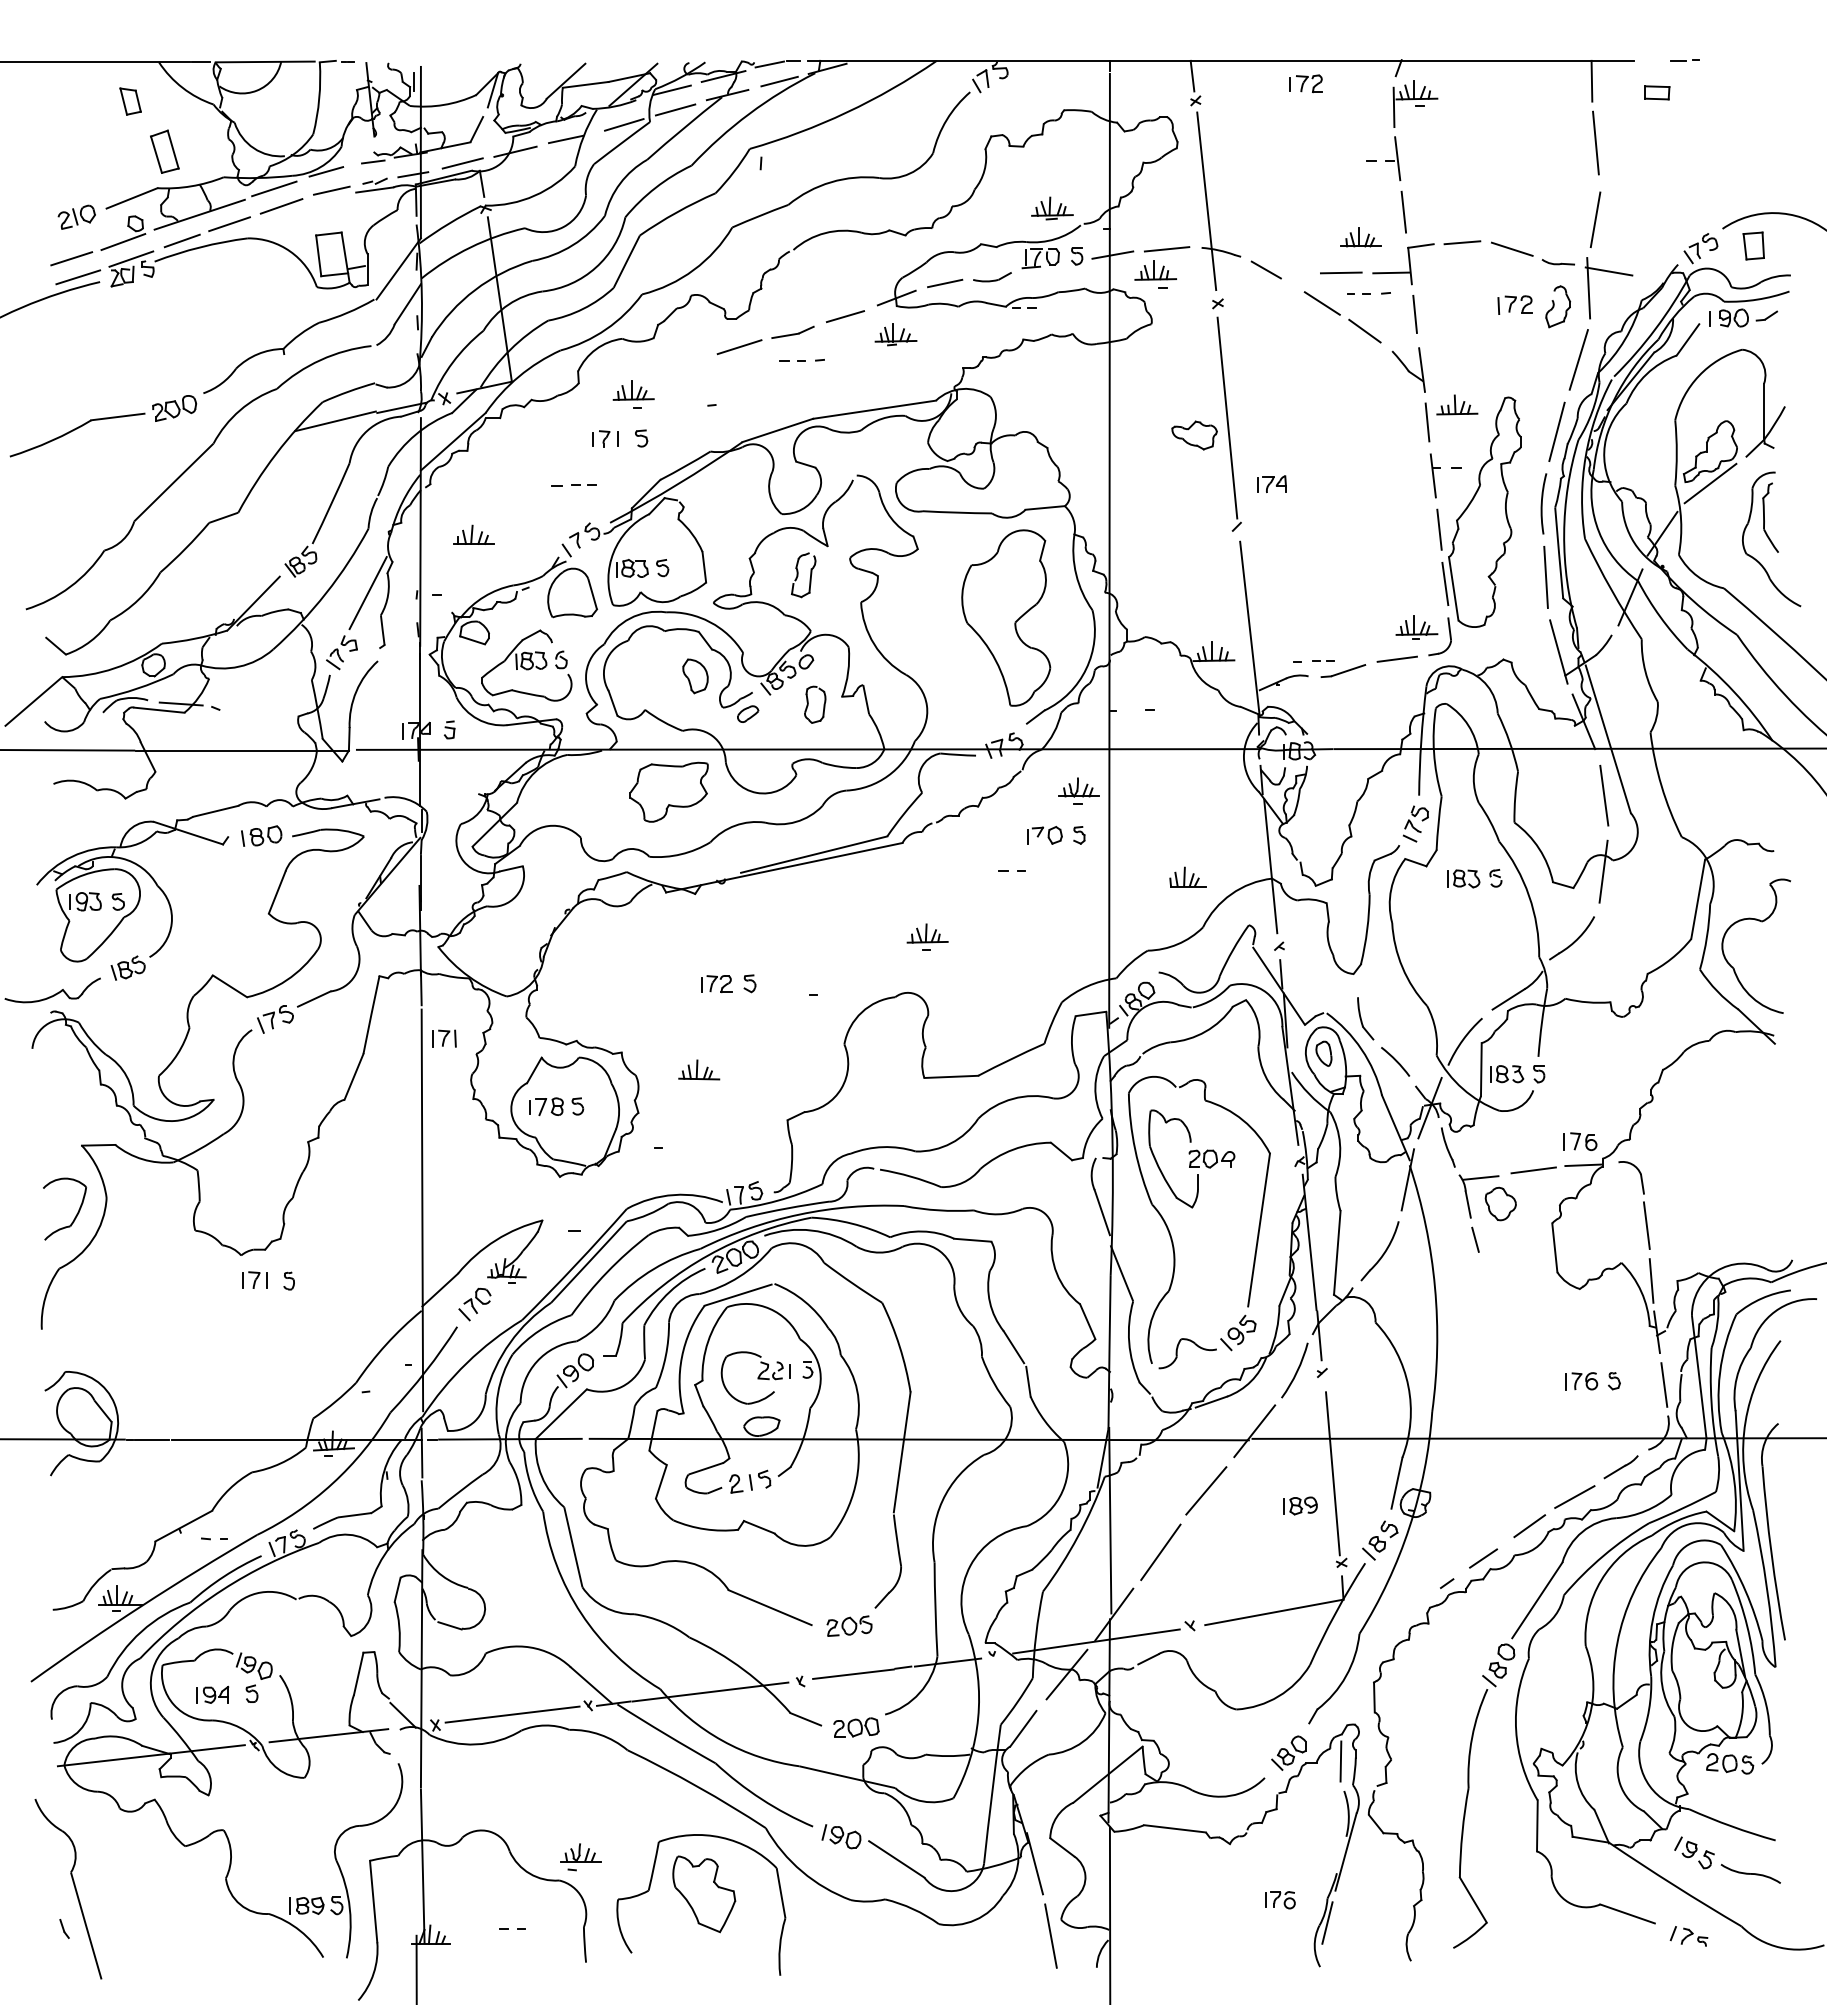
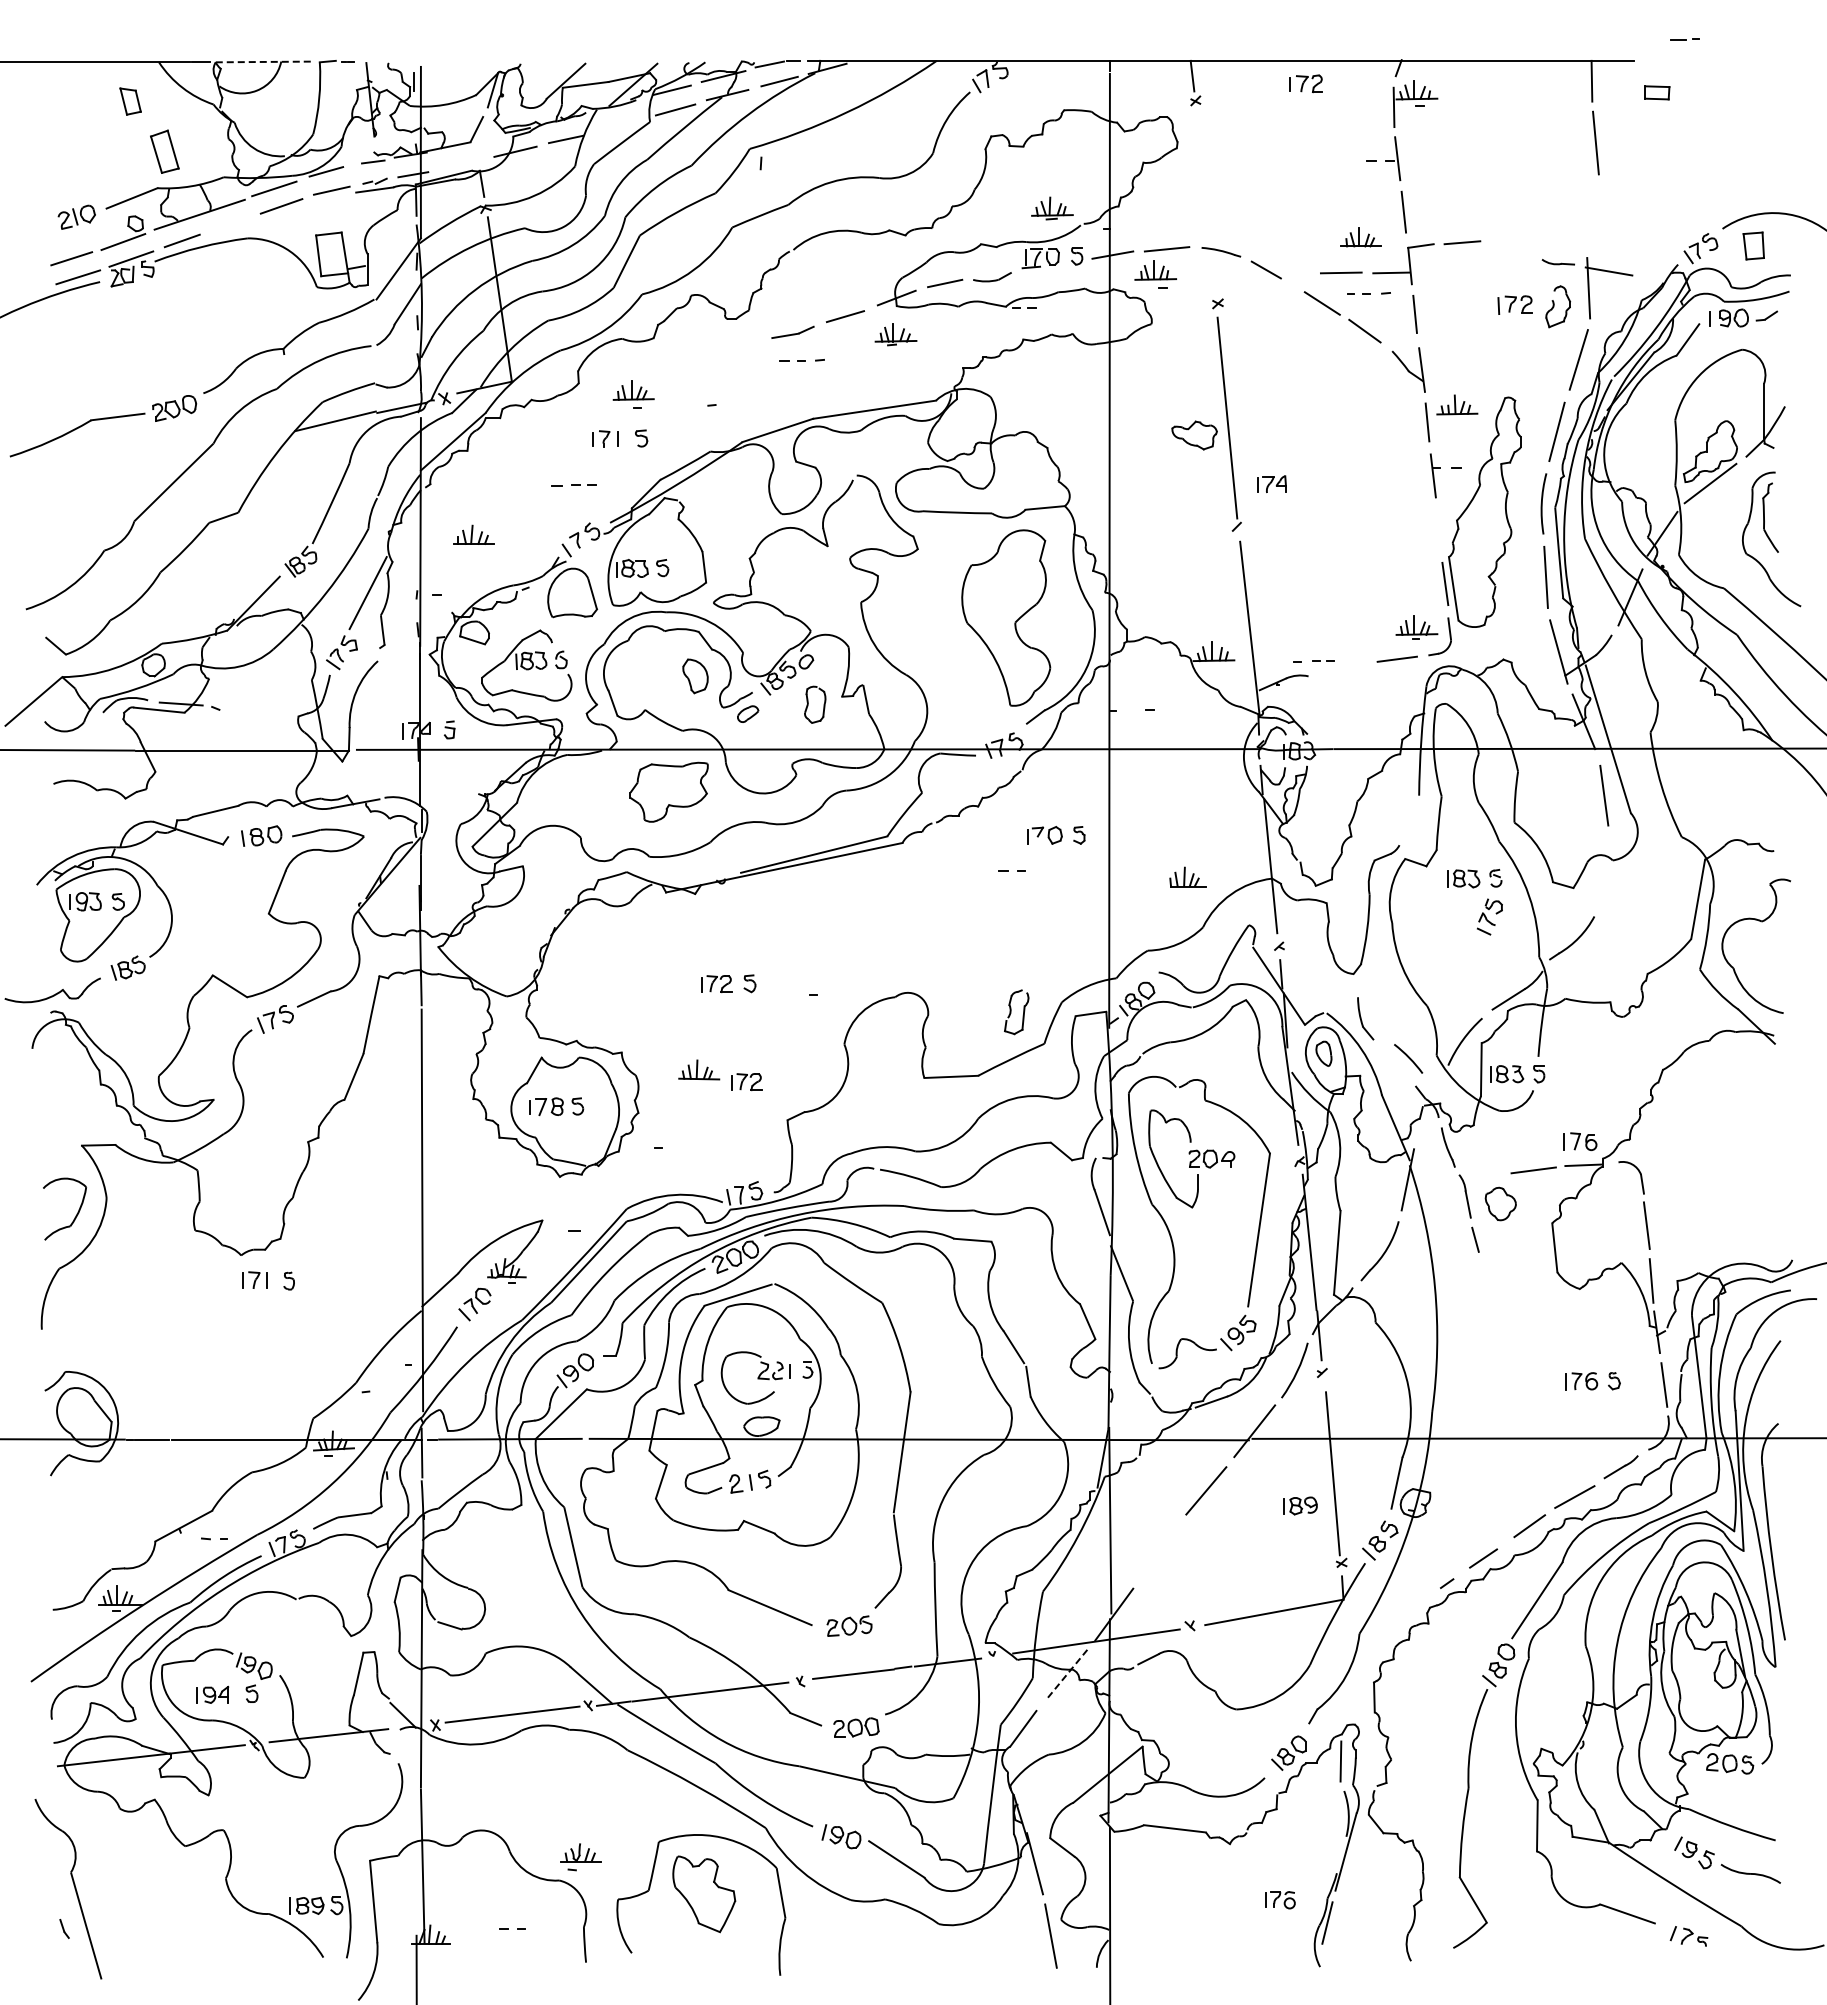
line at (1684, 60) position: (1684, 60) -> (1684, 39)
line at (265, 61): solid -> dashed
line at (624, 124): present -> none
line at (462, 163): present -> none
line at (1206, 201): present -> none
line at (1595, 219): present -> none
line at (229, 224): present -> none
line at (1511, 248): present -> none
line at (739, 347): present -> none
line at (1439, 529): present -> none
part at (803, 575) position: (803, 575) -> (1016, 1012)
part at (1343, 670): present -> none
part at (1078, 790): present -> none
part at (1415, 823) position: (1415, 823) -> (1489, 916)
line at (1603, 871): present -> none
part at (927, 936): present -> none
part at (444, 1038): present -> none
line at (1395, 1061) position: (1395, 1061) -> (1408, 1058)
part at (746, 1082): none -> present
line at (1429, 1107): present -> none
line at (1480, 1177): present -> none
line at (1160, 1552): present -> none
line at (1066, 1674): solid -> dashed
